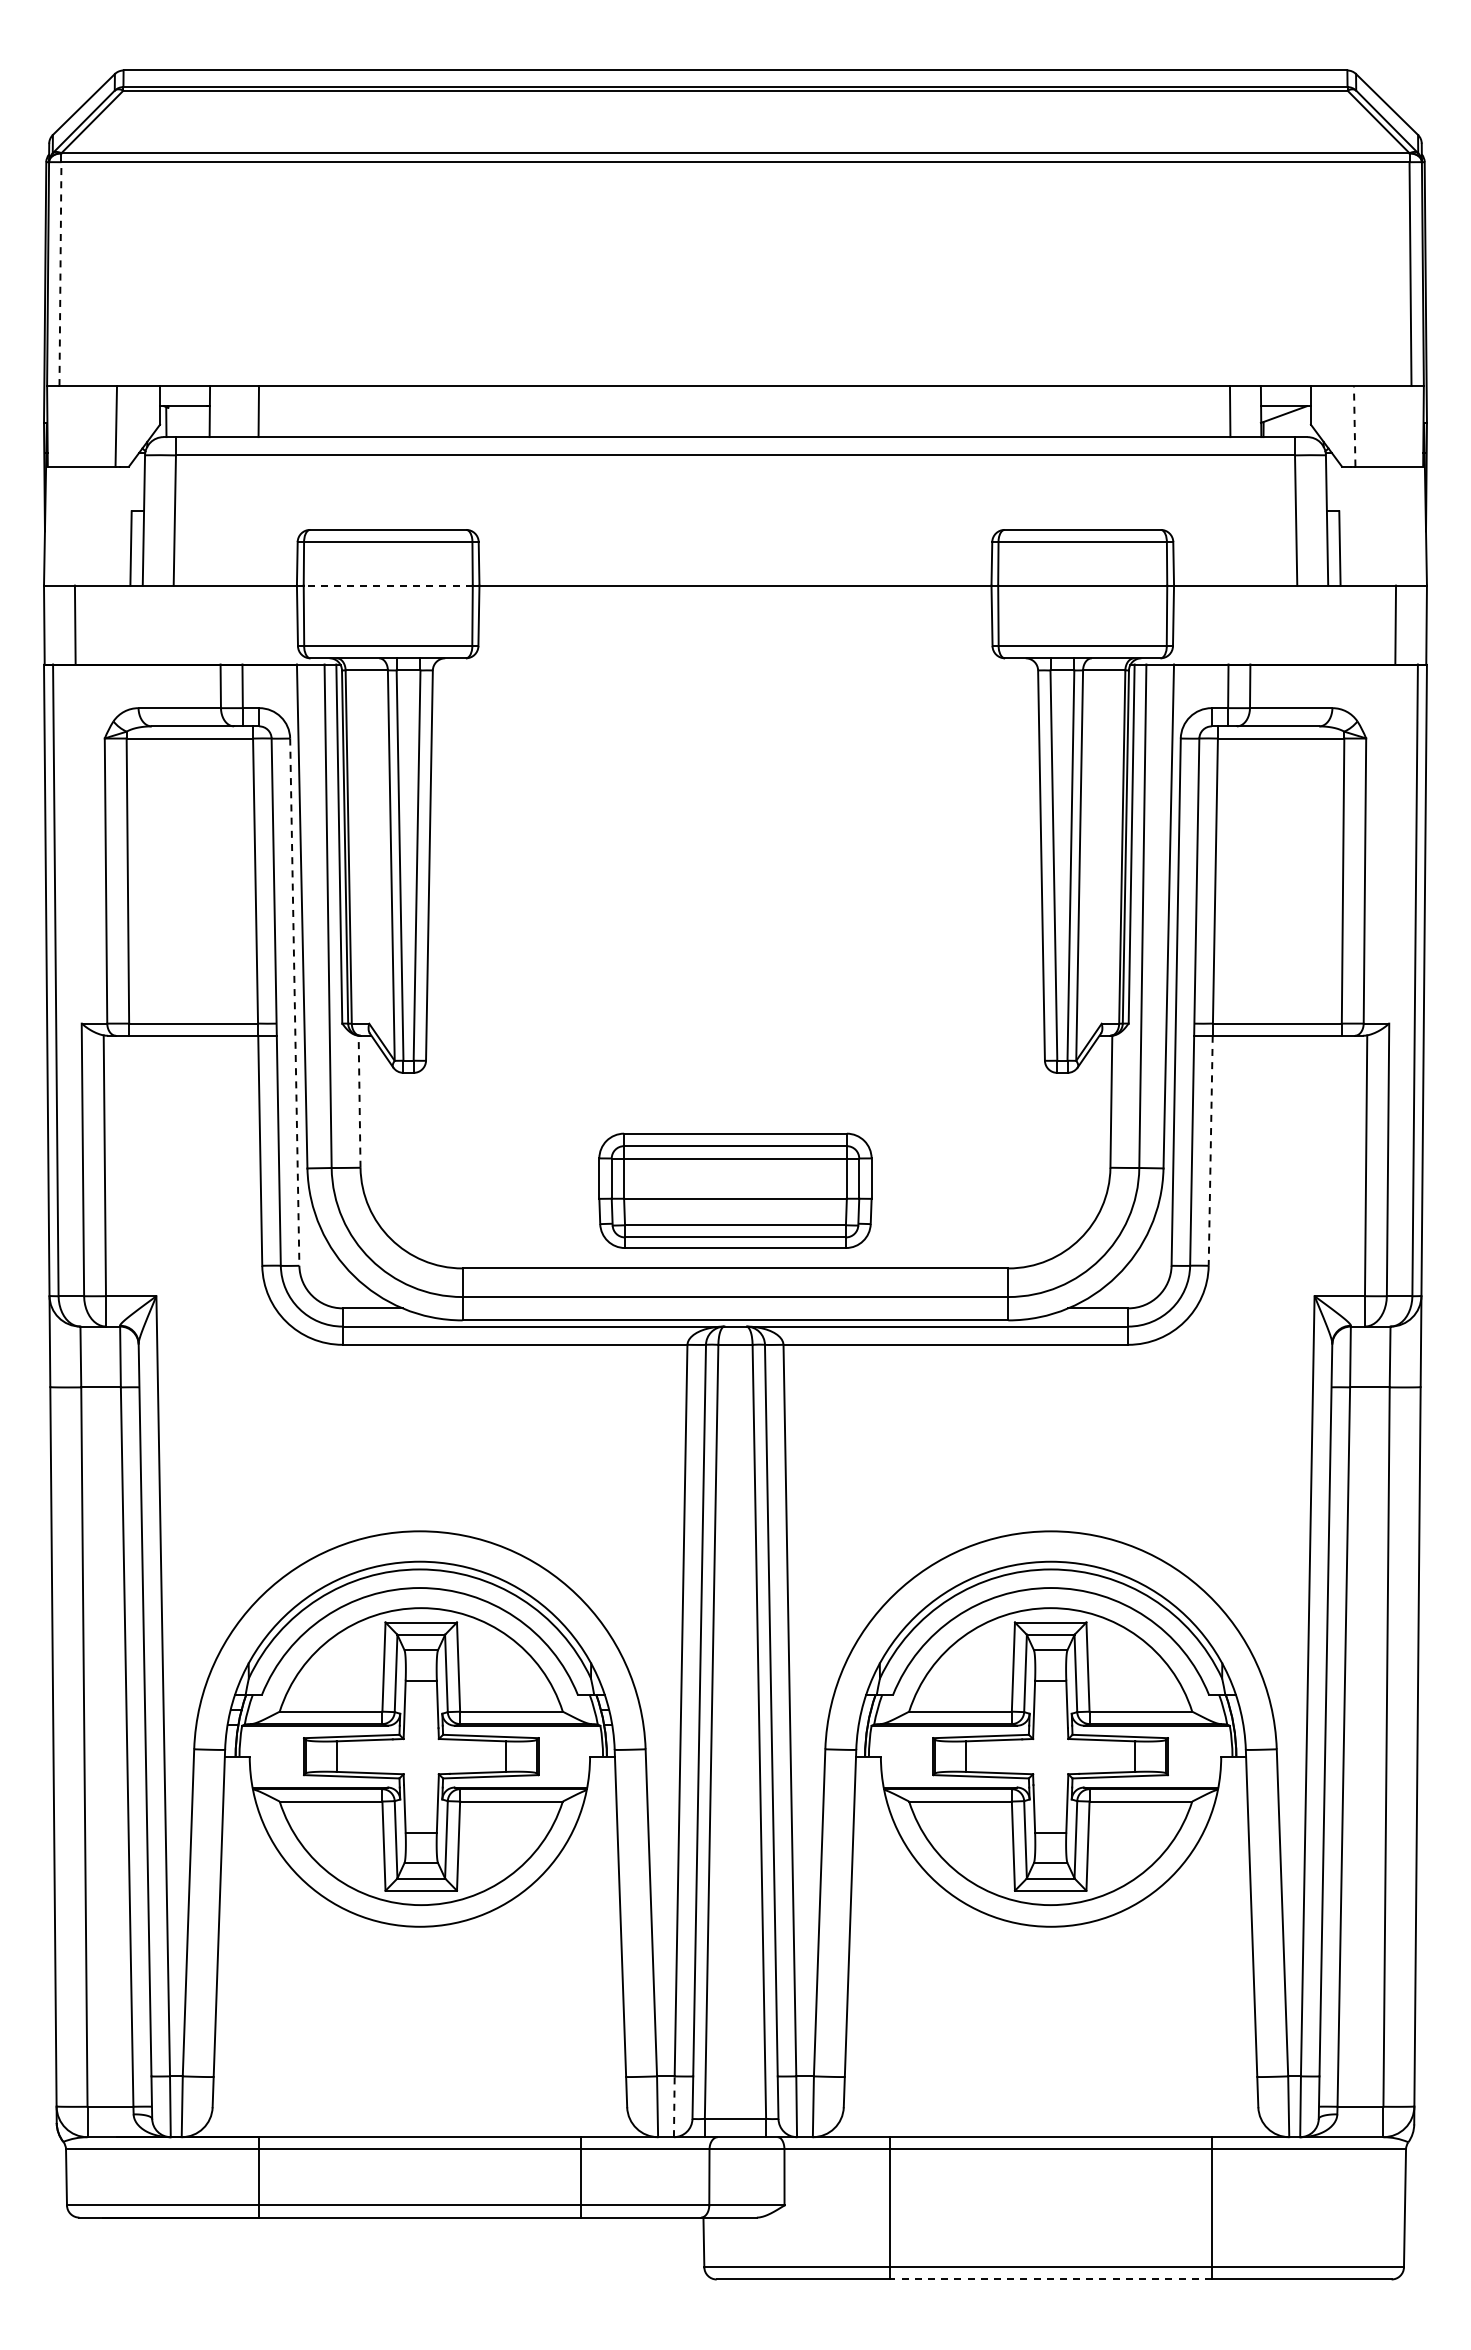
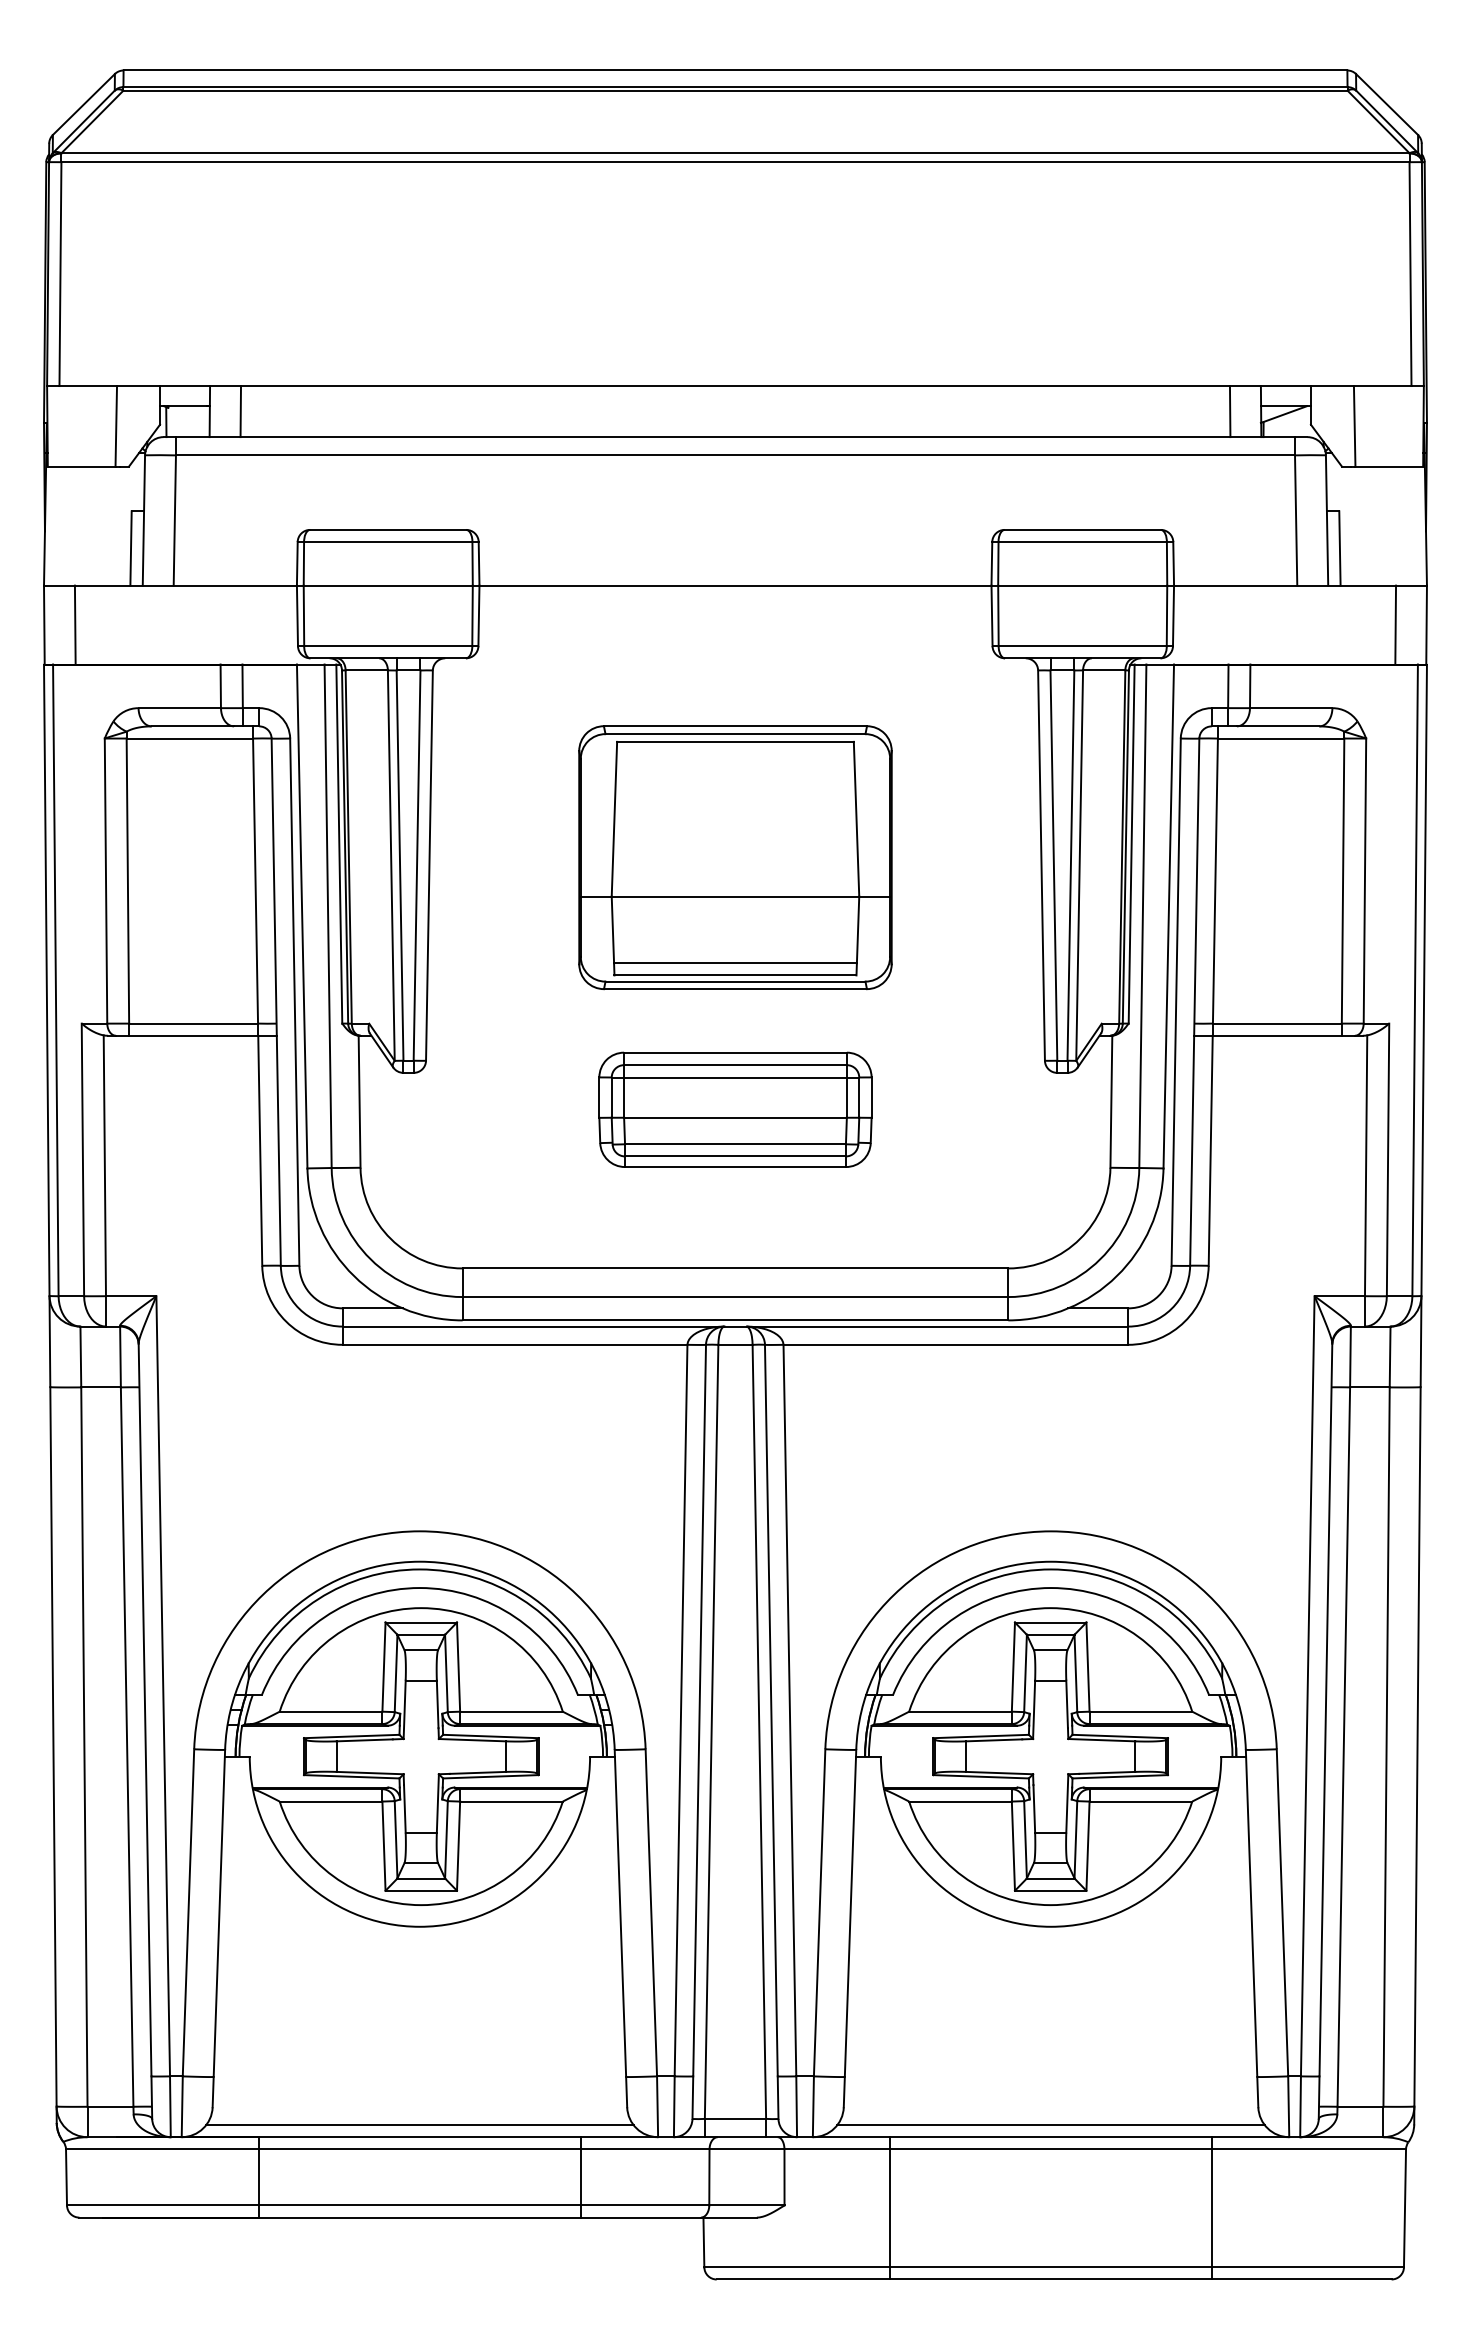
line at (60, 274): dashed -> solid
line at (258, 411) position: (258, 411) -> (240, 411)
line at (1354, 425): dashed -> solid
line at (388, 585): dashed -> solid
part at (735, 857): none -> present
line at (294, 1002): dashed -> solid
line at (359, 1101): dashed -> solid
line at (1210, 1151): dashed -> solid
part at (735, 1190) position: (735, 1190) -> (735, 1109)
line at (674, 2106): dashed -> solid
line at (419, 2125): none -> present
line at (1050, 2125): none -> present
line at (1051, 2279): dashed -> solid
